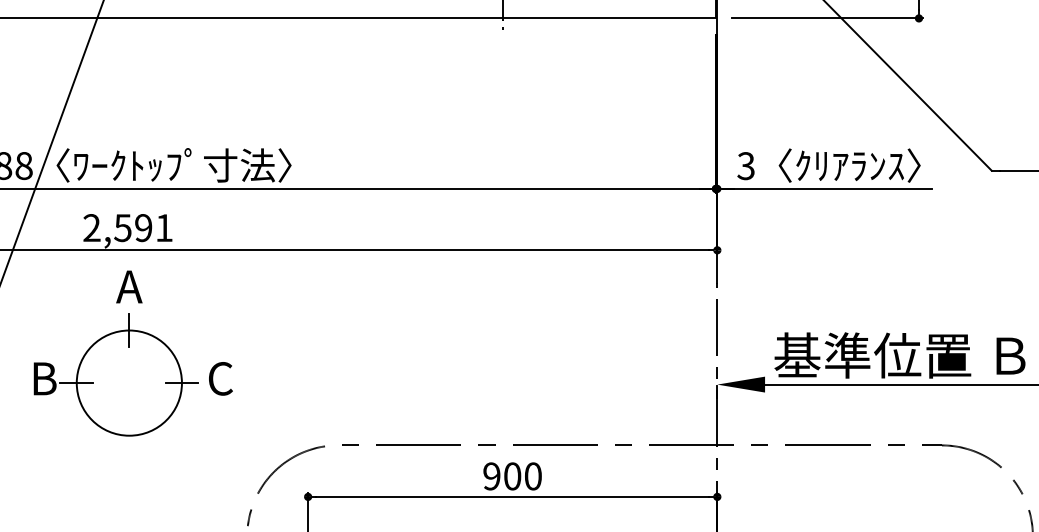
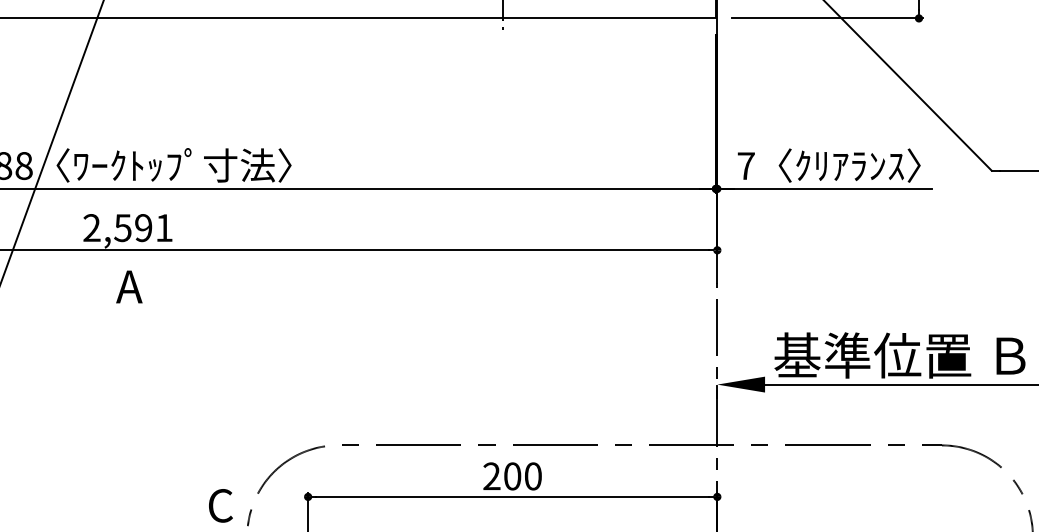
text at (745, 166): 3 -> 7
part at (115, 374): present -> none
text at (220, 378) position: (220, 378) -> (220, 505)
text at (491, 476): 900 -> 200
